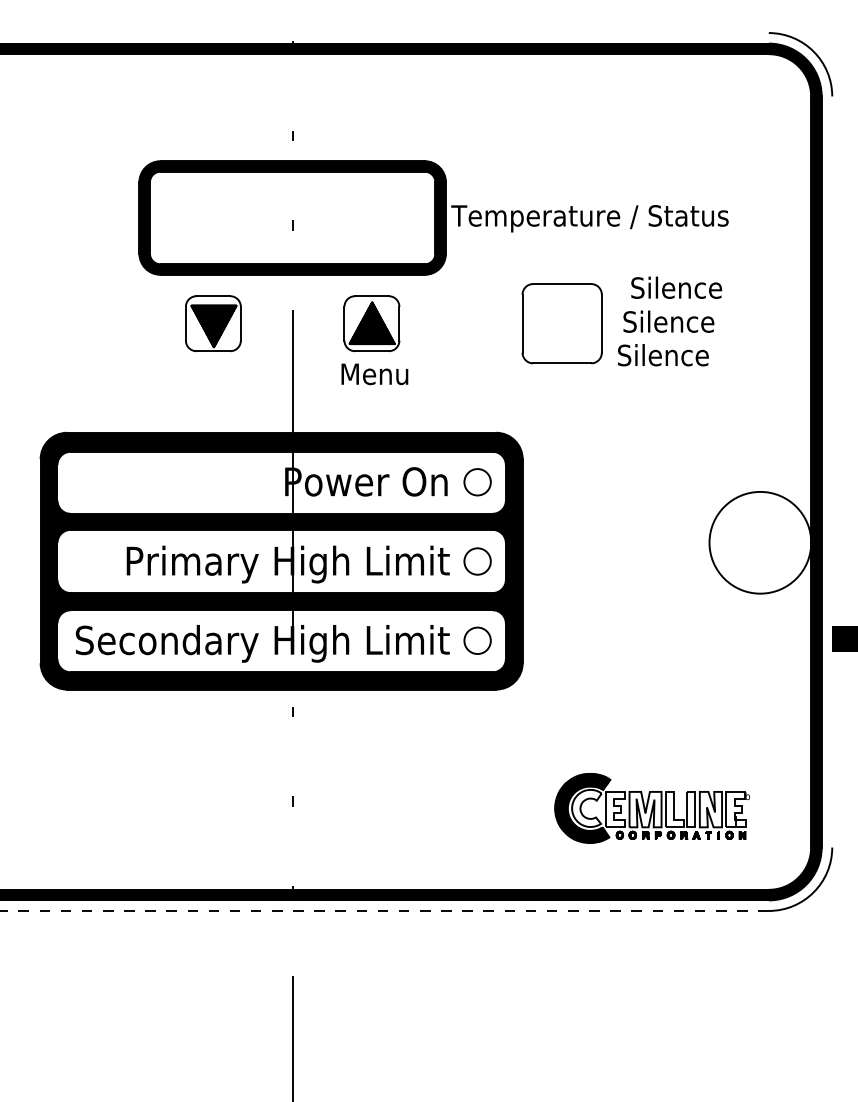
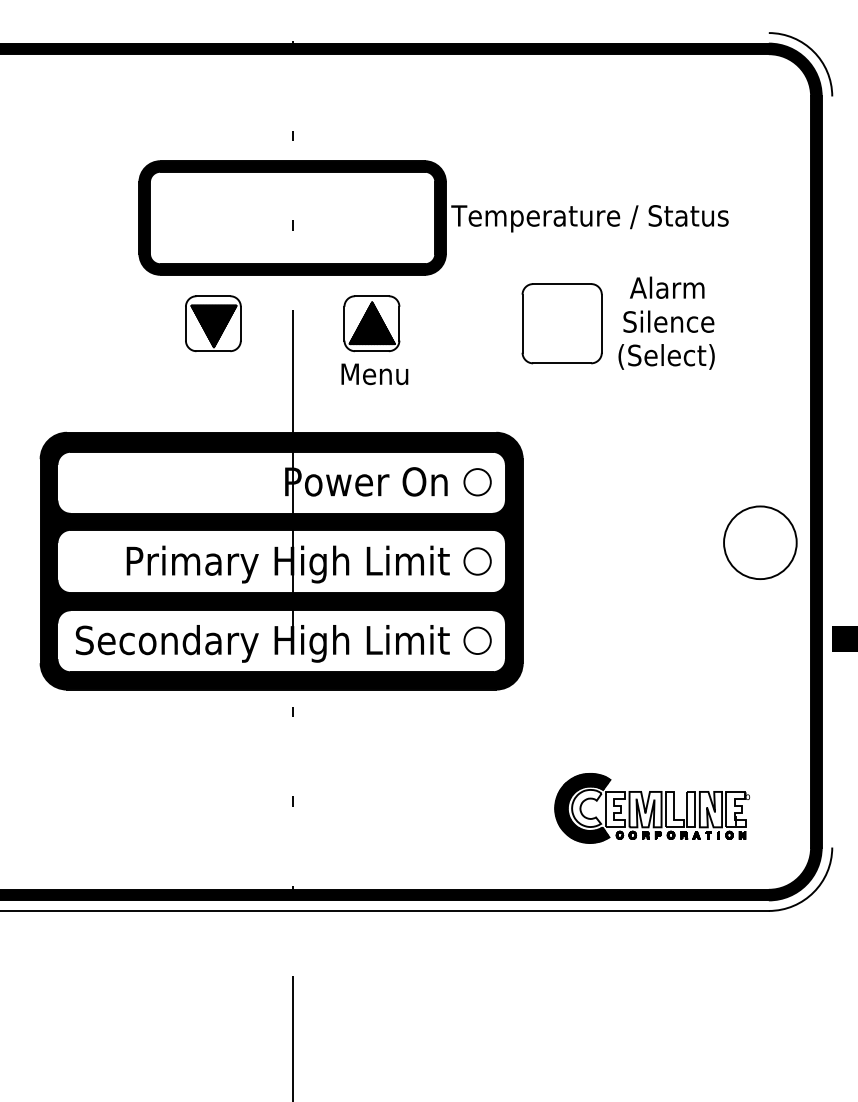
text at (675, 287): Silence -> Alarm
text at (666, 356): Silence -> (Select)
circle at (760, 542) diameter: 102 px -> 73 px
line at (384, 910): dashed -> solid
